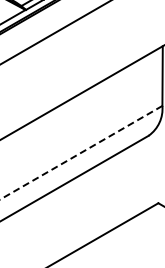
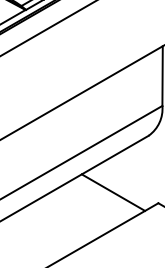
line at (55, 32) position: (55, 32) -> (48, 28)
line at (81, 152): dashed -> solid
line at (113, 192): none -> present
